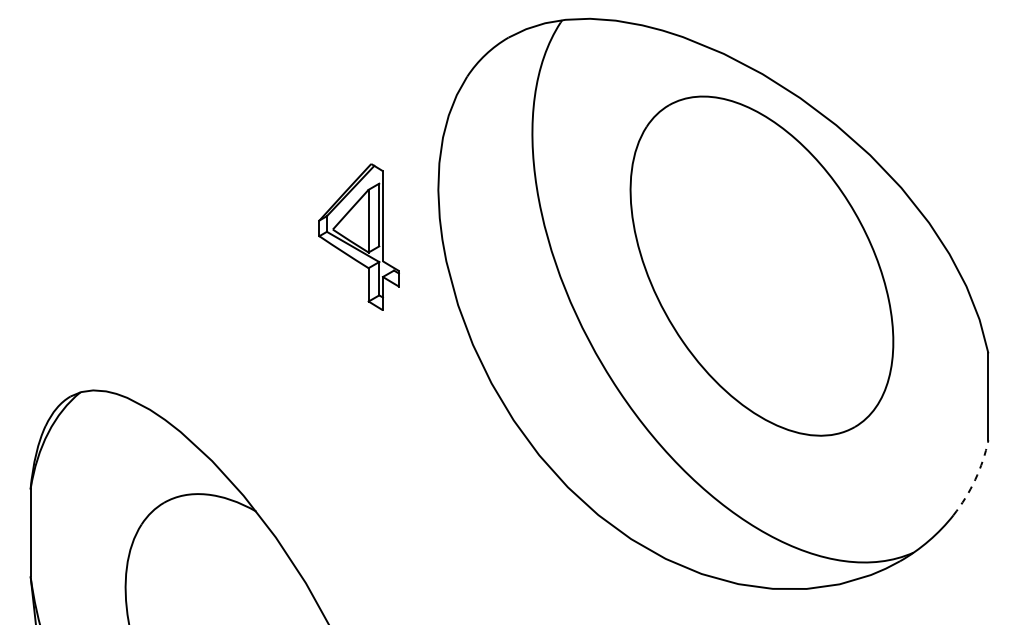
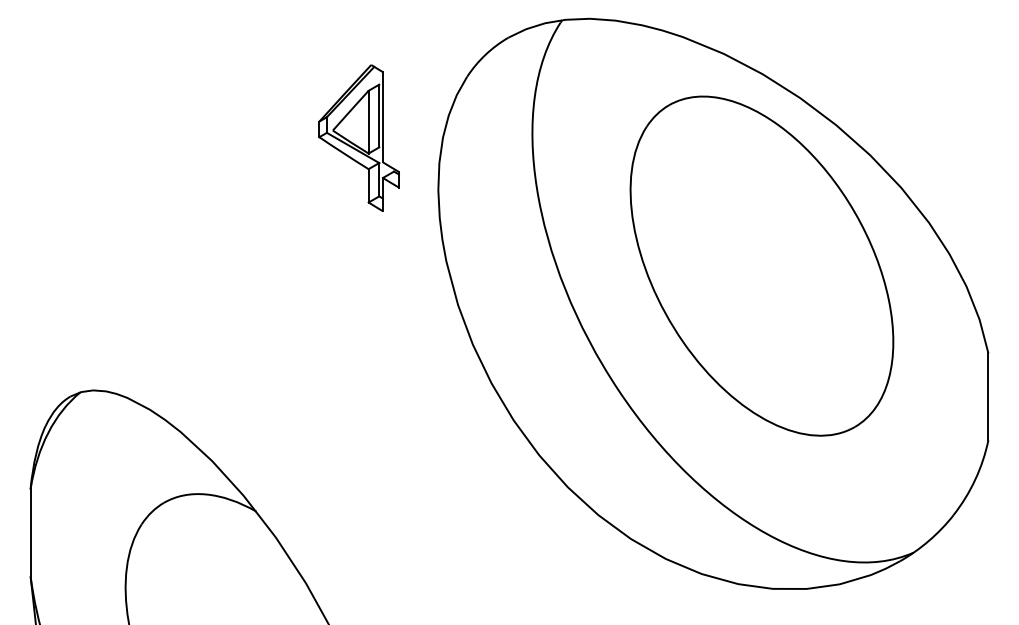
part at (358, 236) position: (358, 236) -> (358, 137)
arc at (975, 479): dashed -> solid
